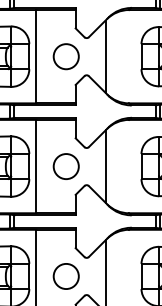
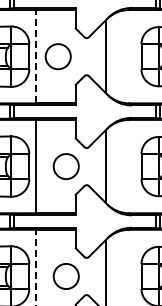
line at (36, 56): solid -> dashed
circle at (65, 56) position: (65, 56) -> (57, 56)
line at (36, 267): solid -> dashed
